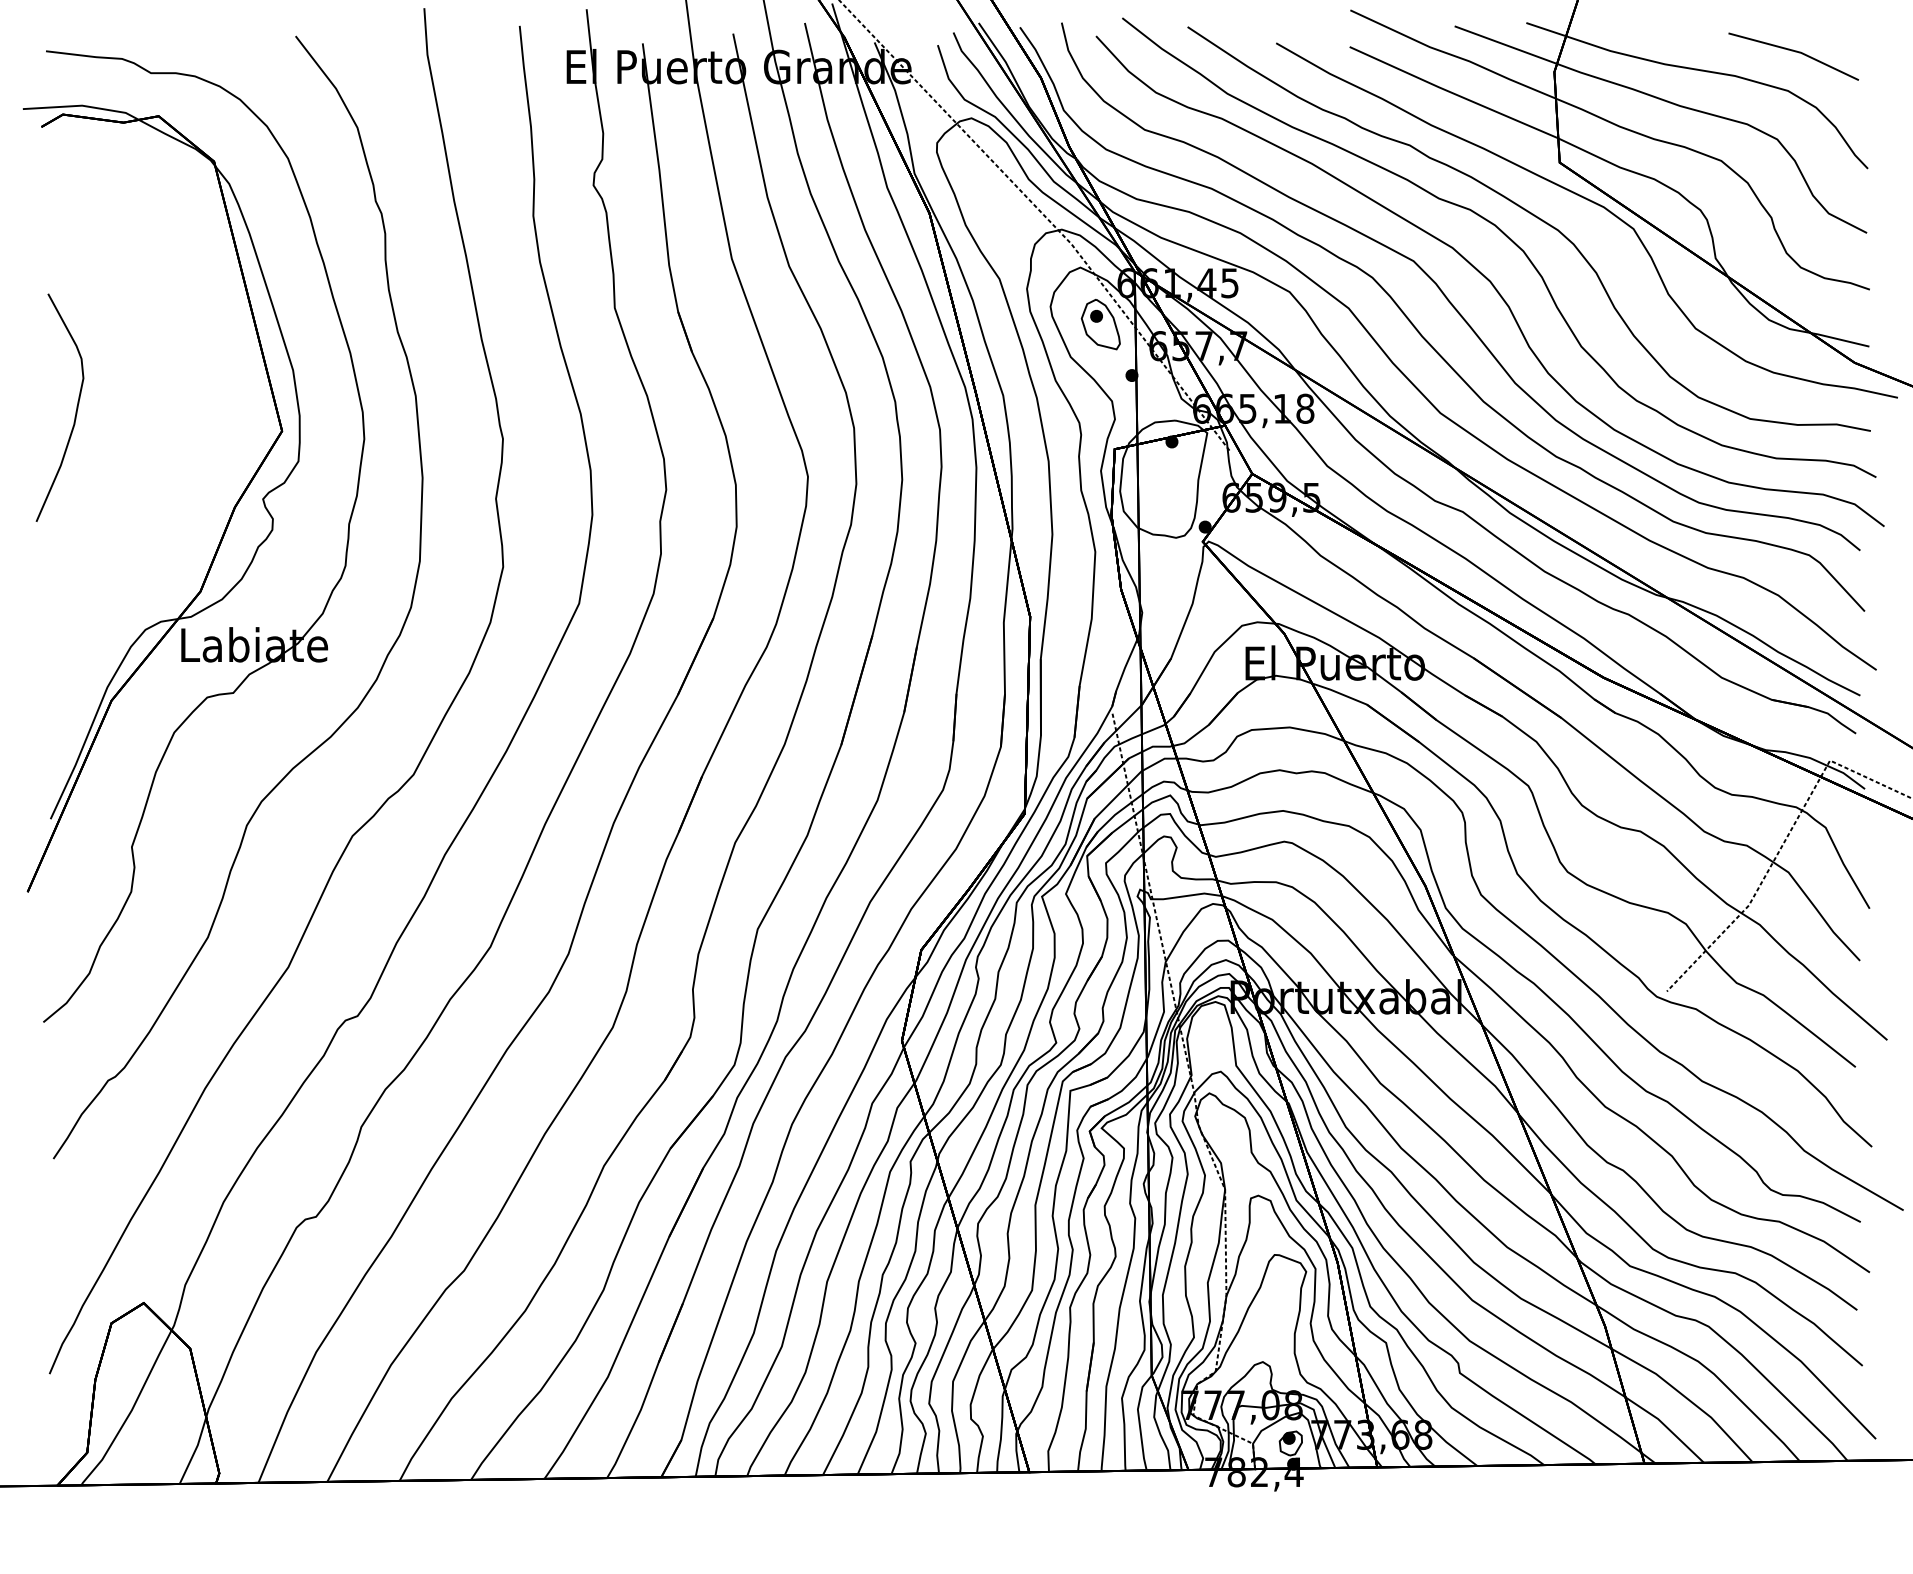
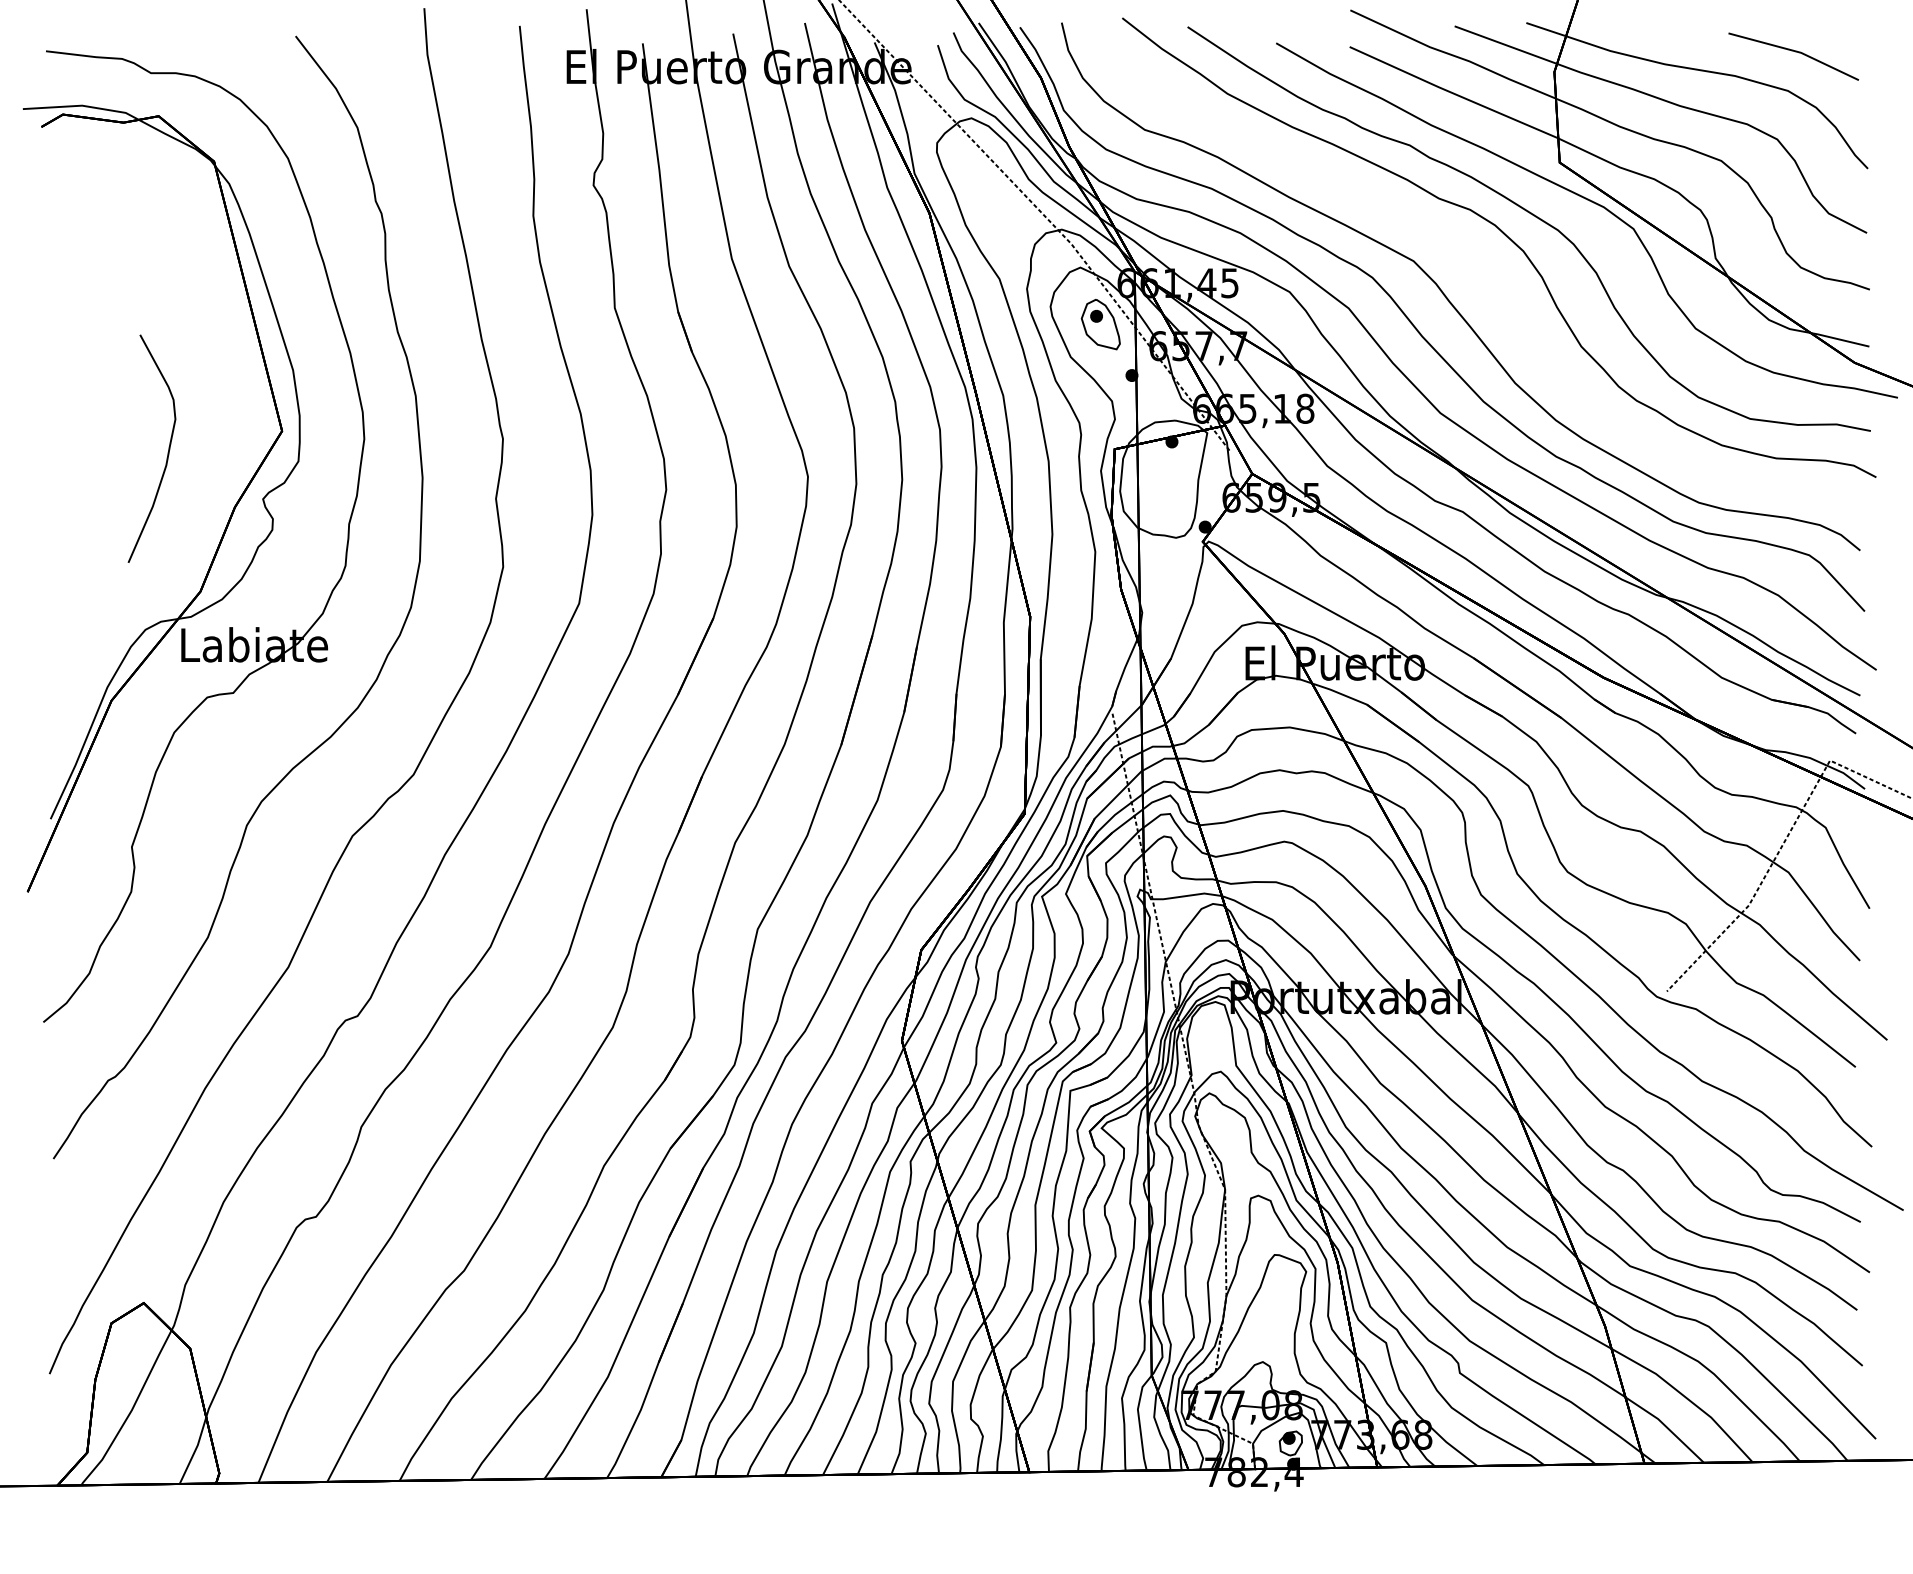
curve at (1489, 281): present -> none
curve at (75, 411) position: (75, 411) -> (167, 452)
